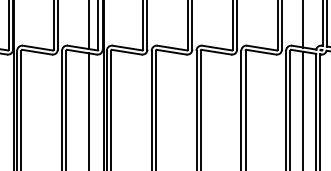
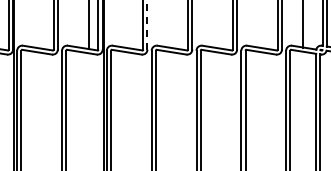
line at (147, 24): solid -> dashed
line at (303, 109): present -> none
line at (89, 110): present -> none
